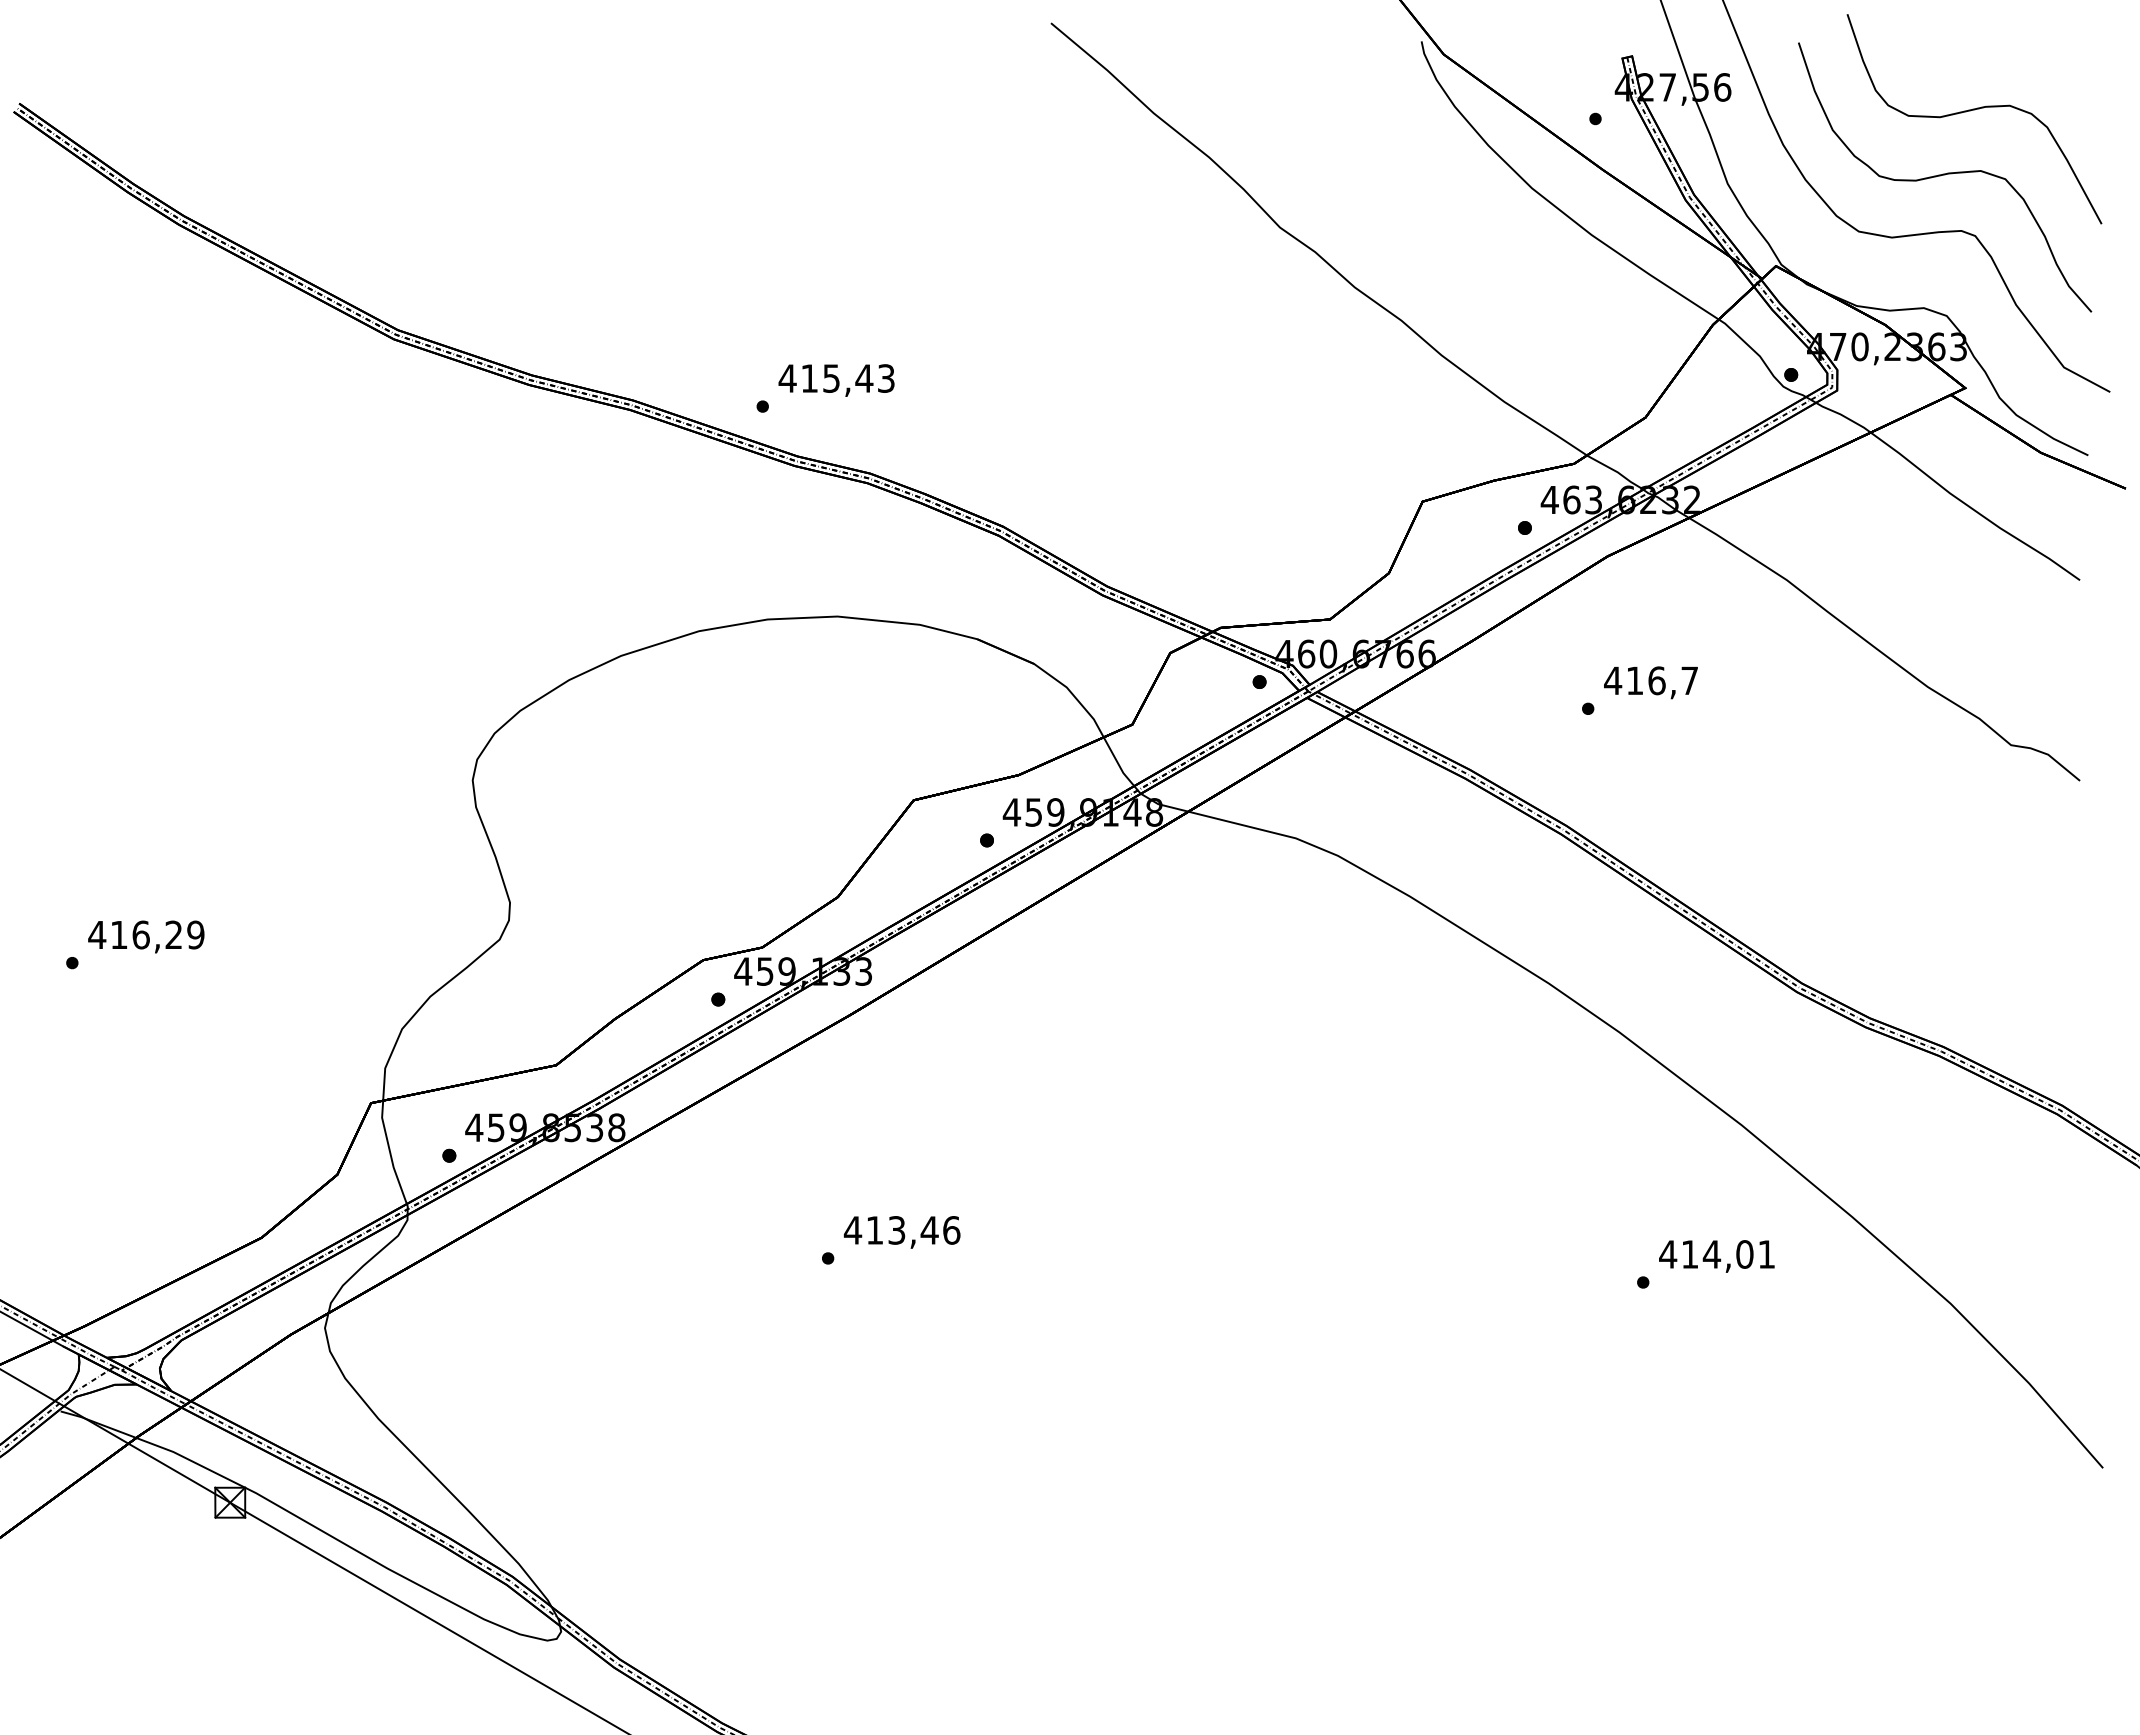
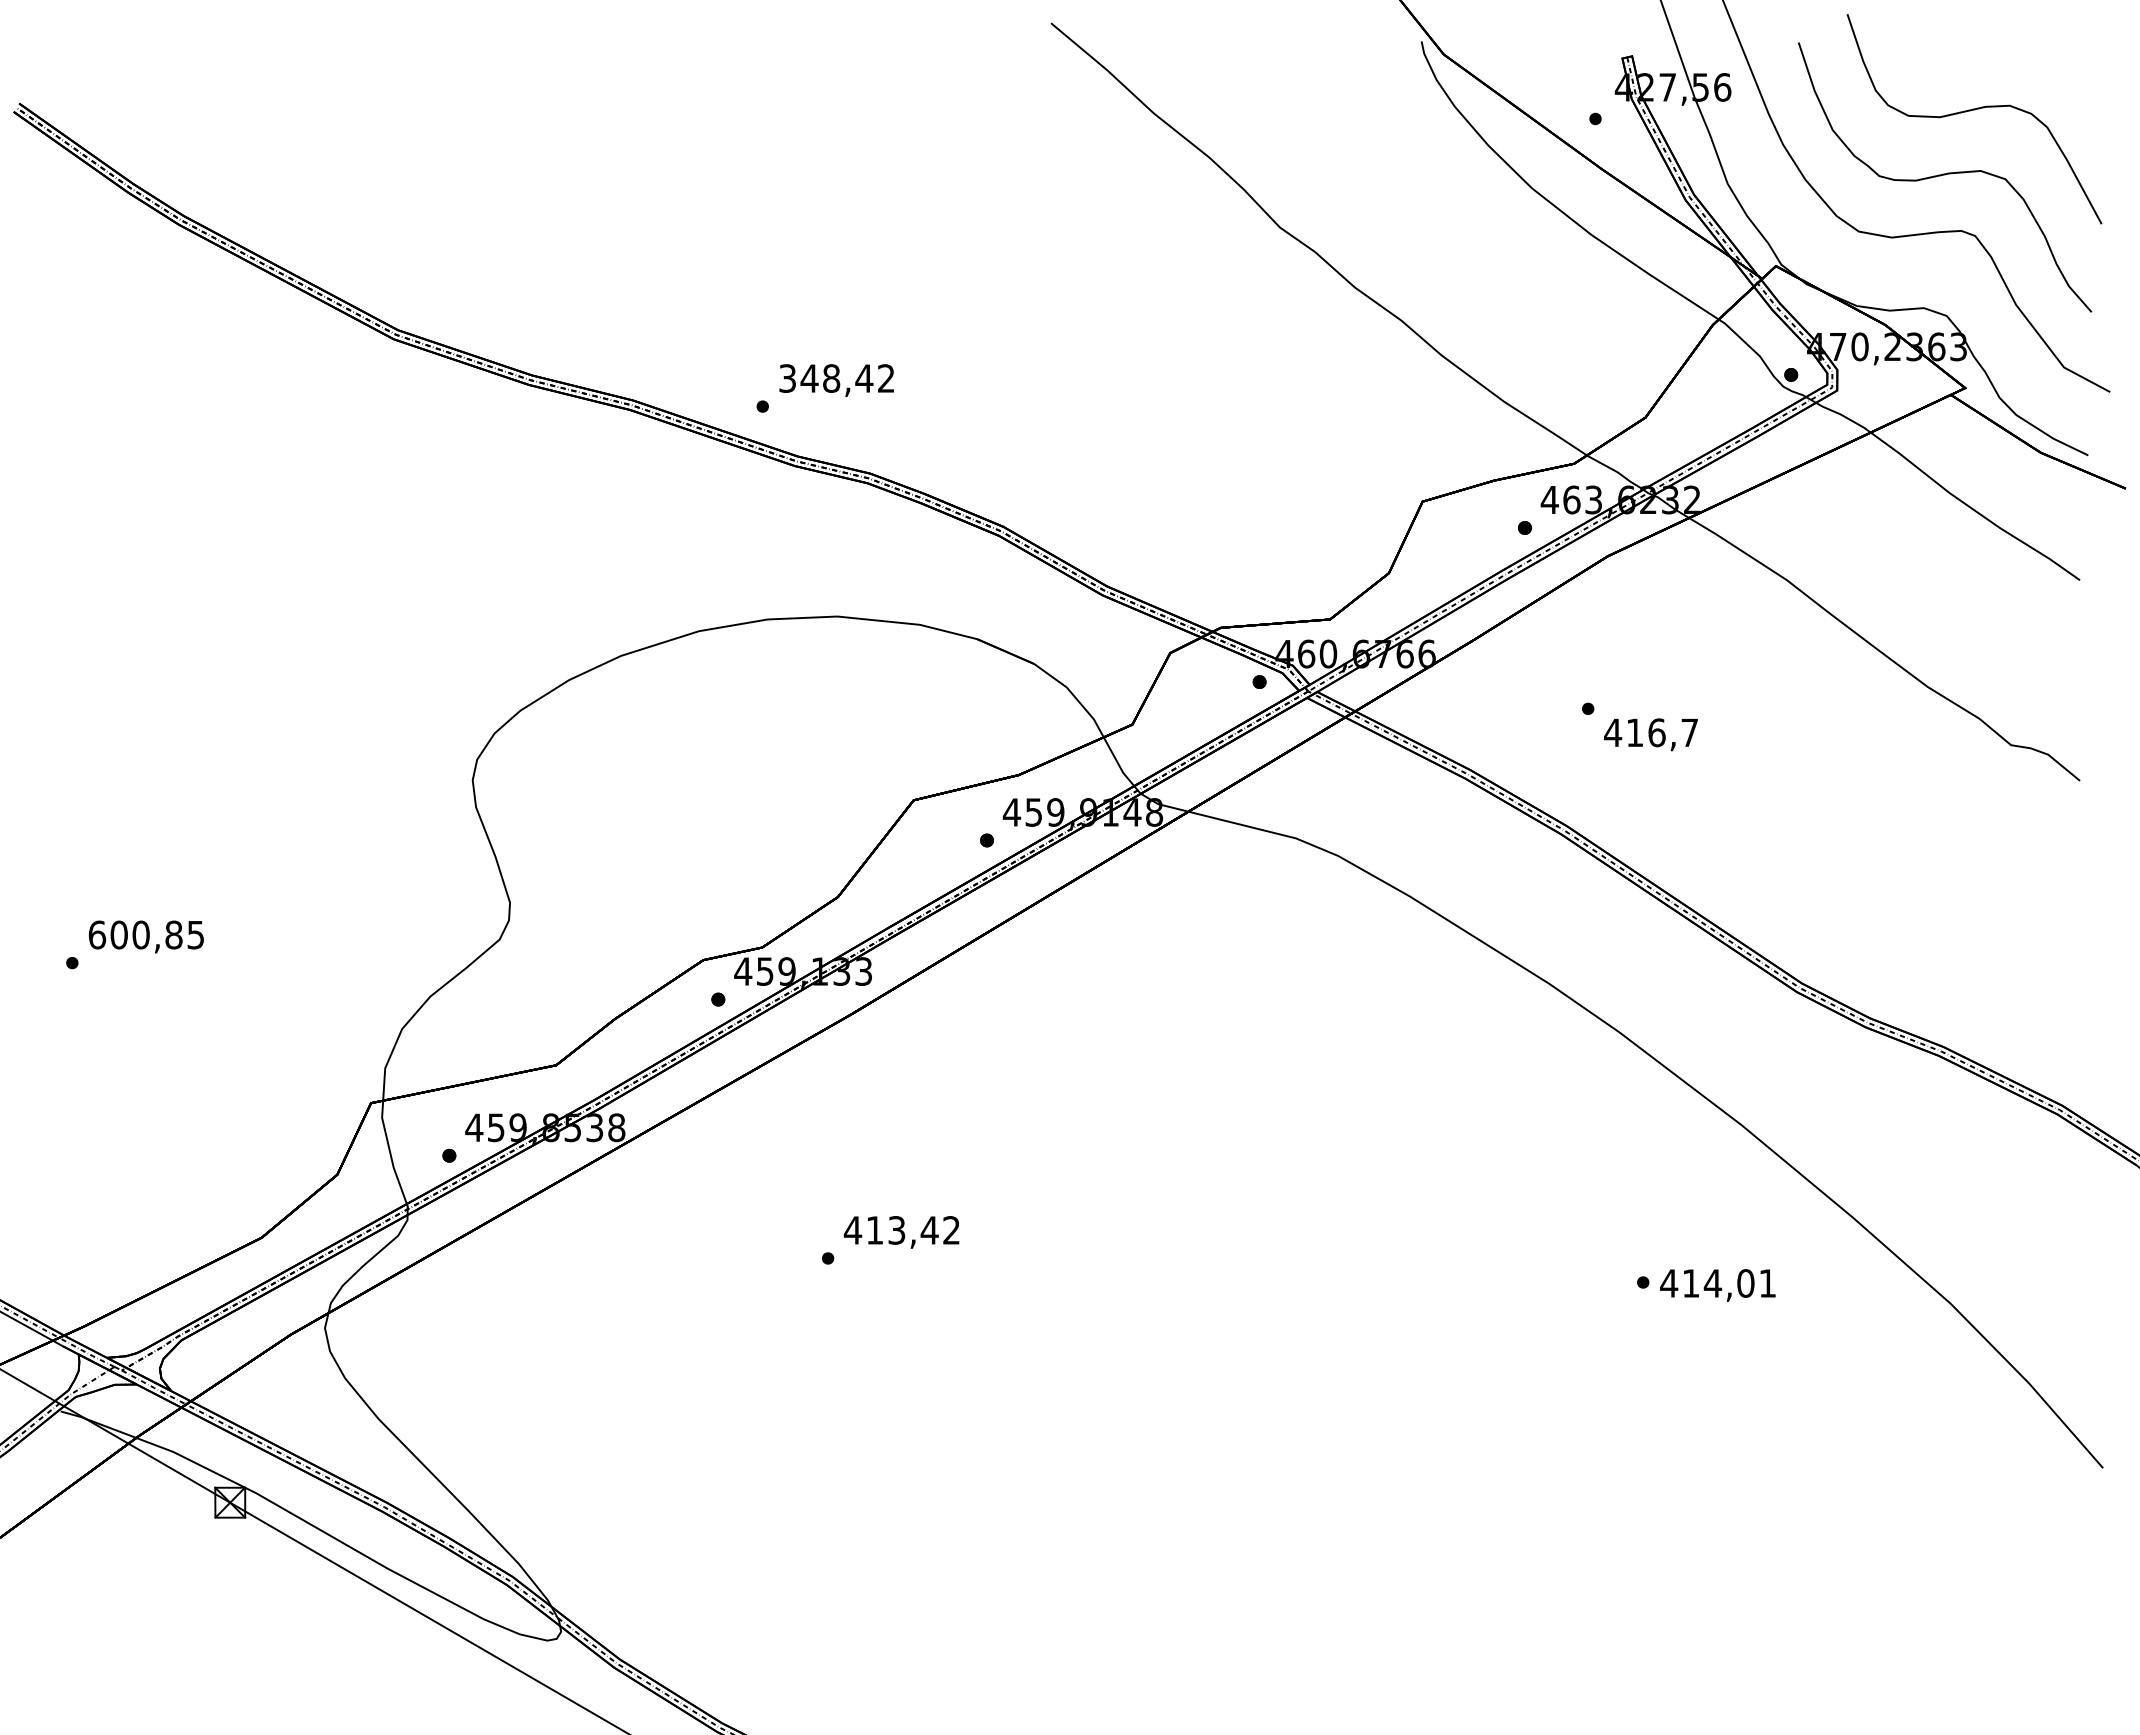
text at (836, 378): 415,43 -> 348,42
text at (1650, 682) position: (1650, 682) -> (1650, 734)
text at (146, 934): 416,29 -> 600,85
text at (951, 1230): 413,46 -> 413,42
text at (1716, 1256) position: (1716, 1256) -> (1717, 1285)
